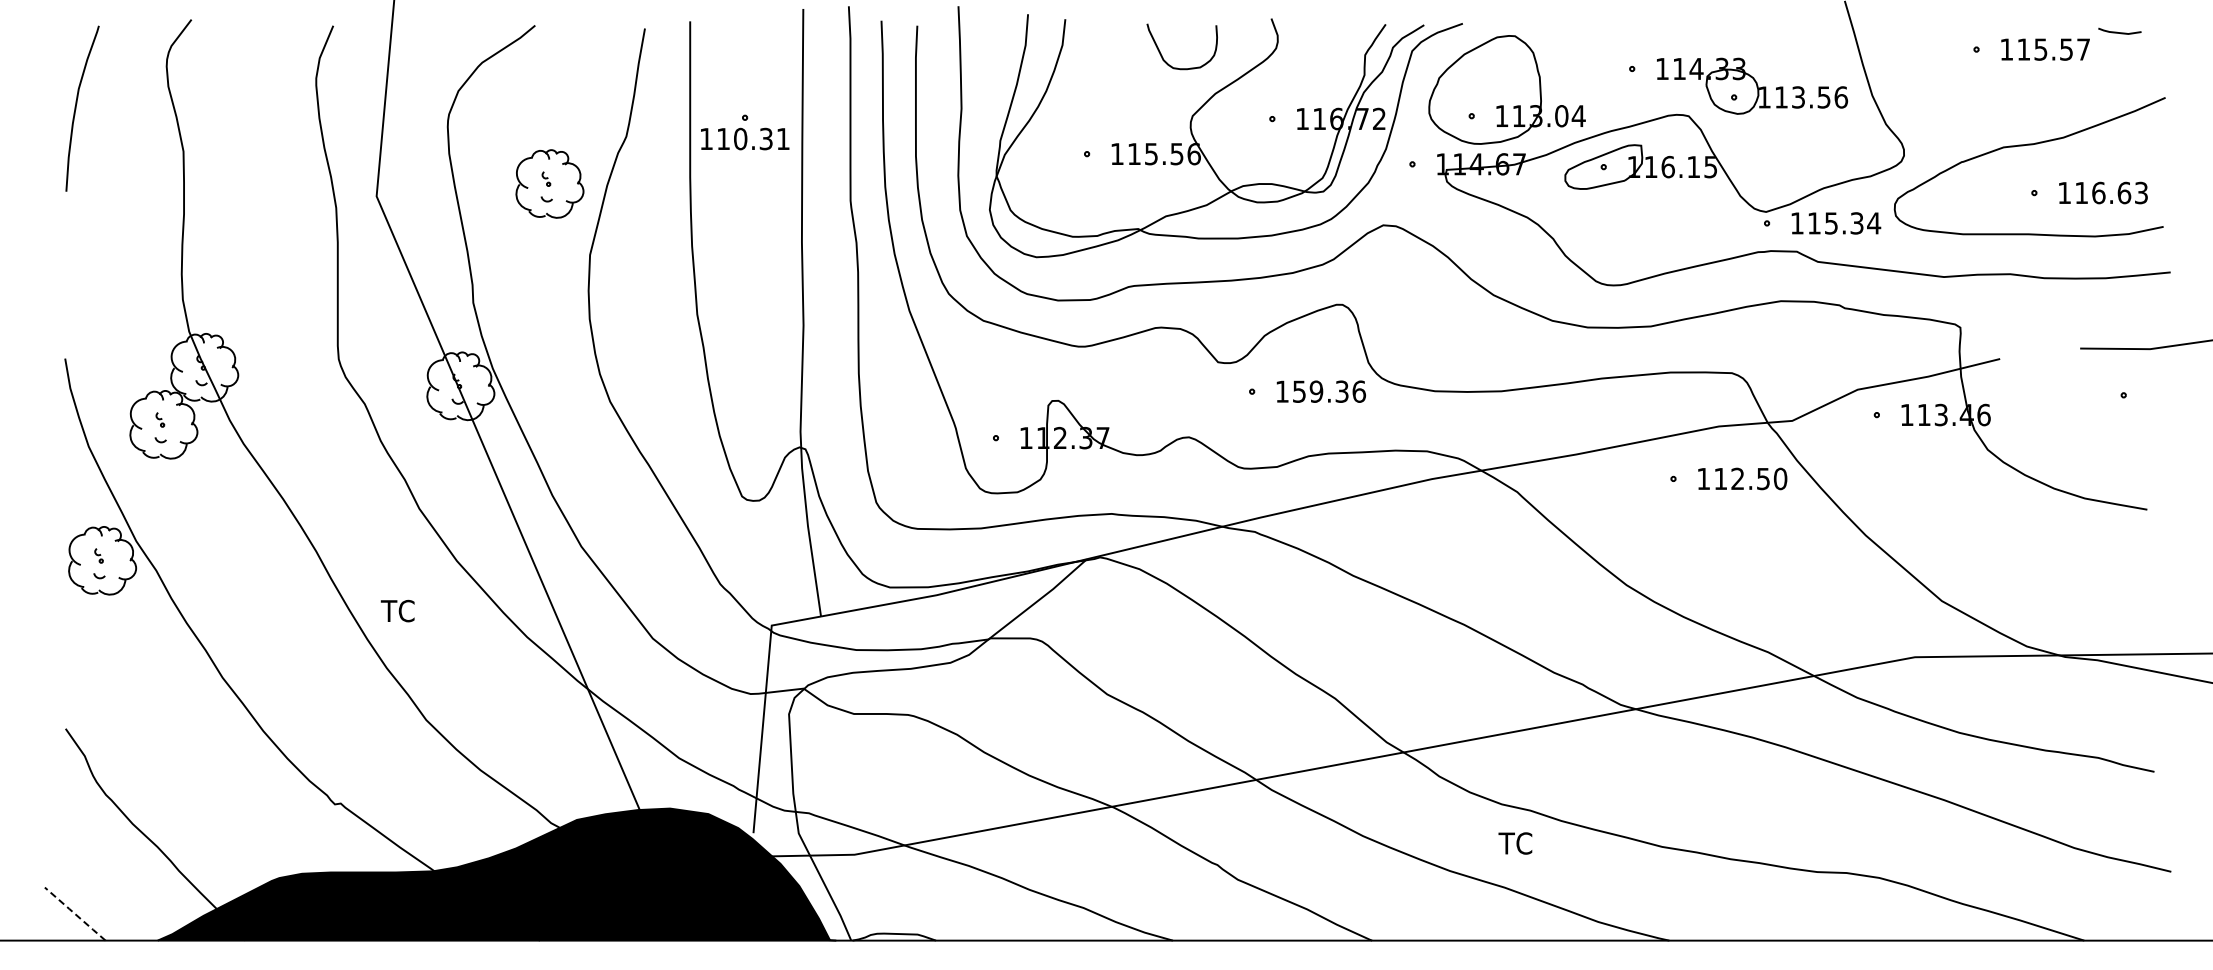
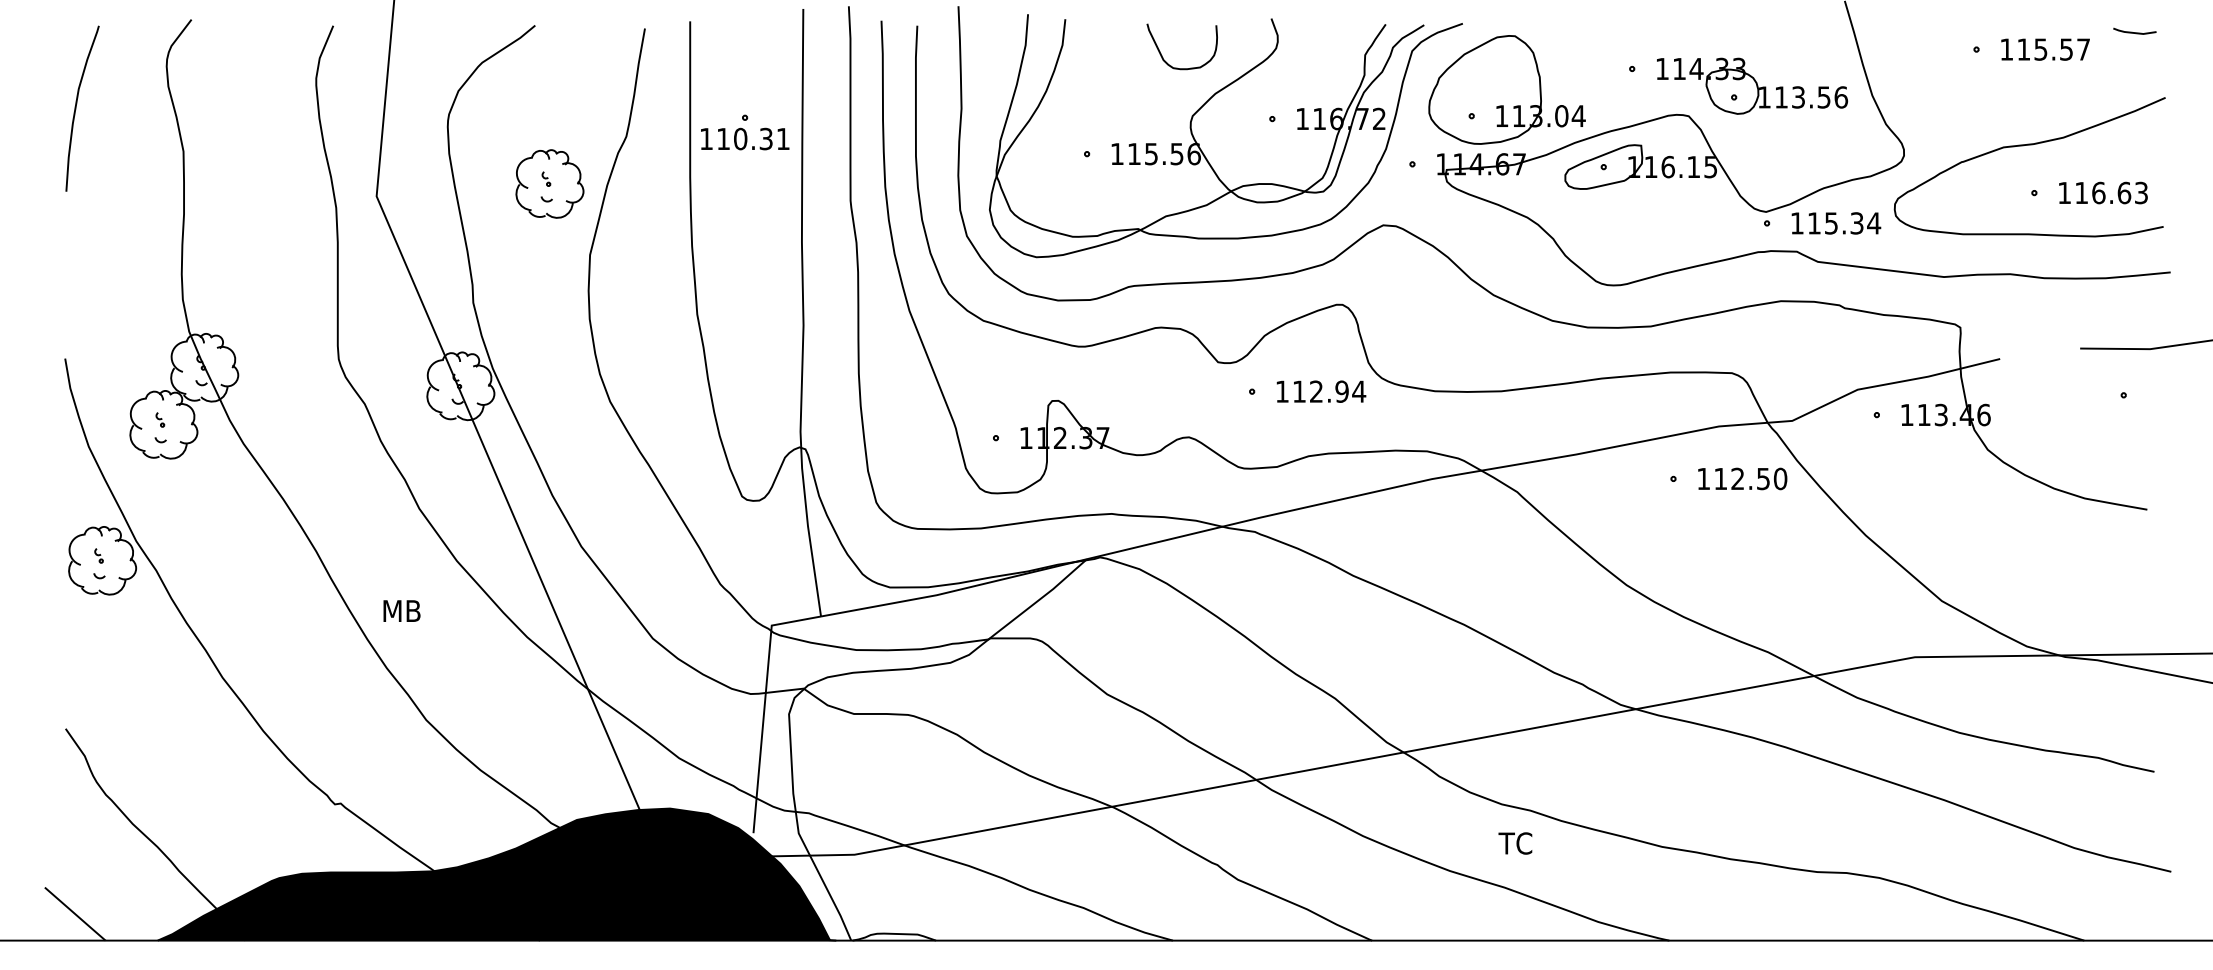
line at (2119, 32) position: (2119, 32) -> (2134, 32)
text at (1329, 391): 159.36 -> 112.94
text at (400, 610): TC -> MB
line at (75, 914): dashed -> solid
